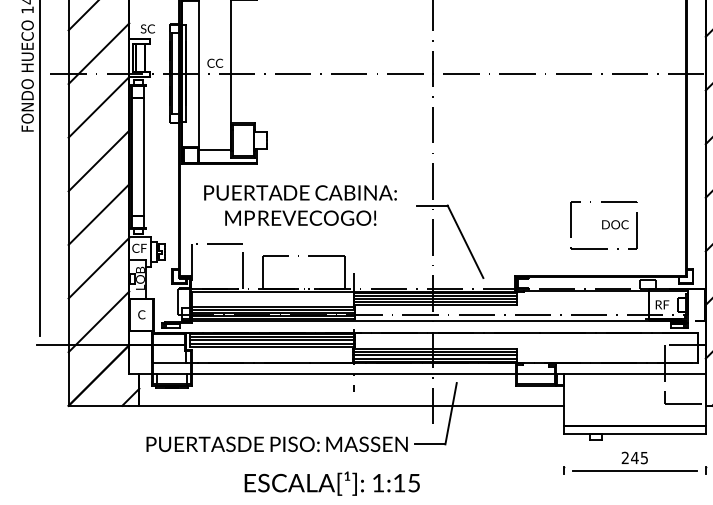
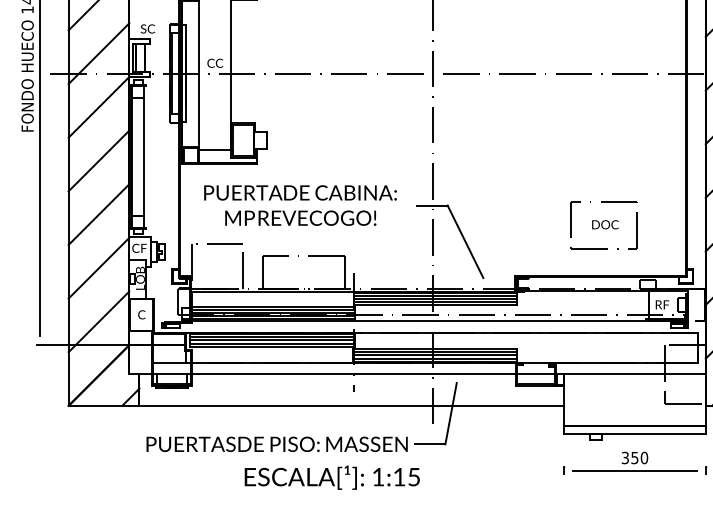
text at (615, 224) position: (615, 224) -> (605, 224)
text at (634, 457): 245 -> 350
text at (331, 483) position: (331, 483) -> (331, 477)
